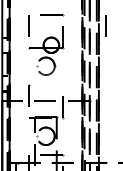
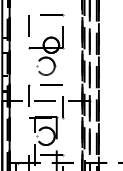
line at (105, 25): present -> none
line at (51, 84): none -> present
